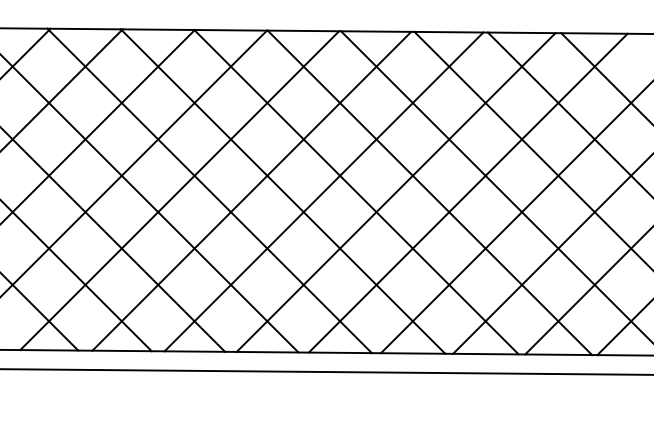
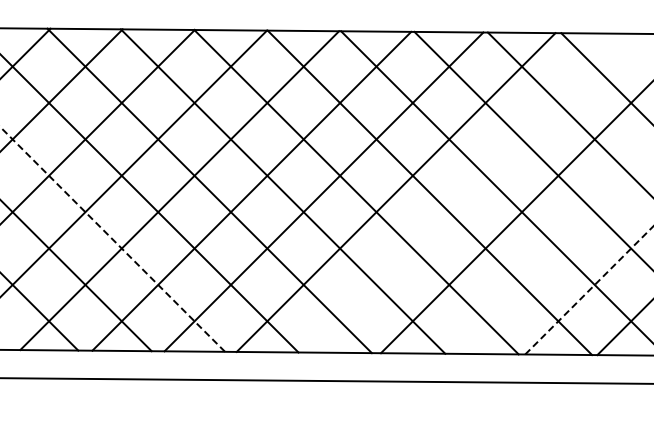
line at (467, 192): present -> none
line at (112, 239): solid -> dashed
line at (551, 254): present -> none
line at (589, 290): solid -> dashed
line at (326, 371) position: (326, 371) -> (326, 380)
